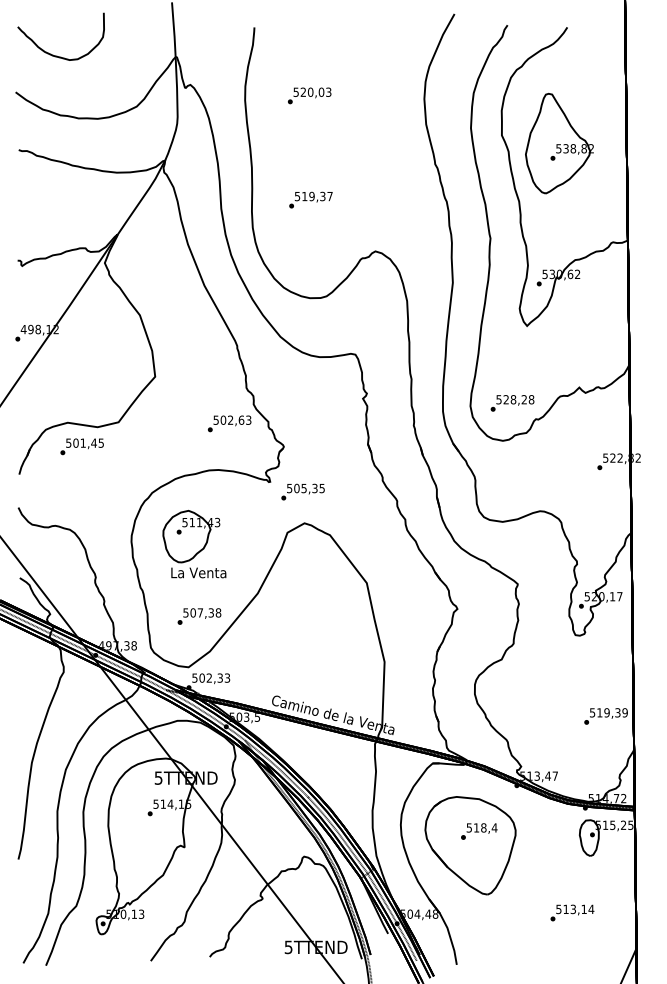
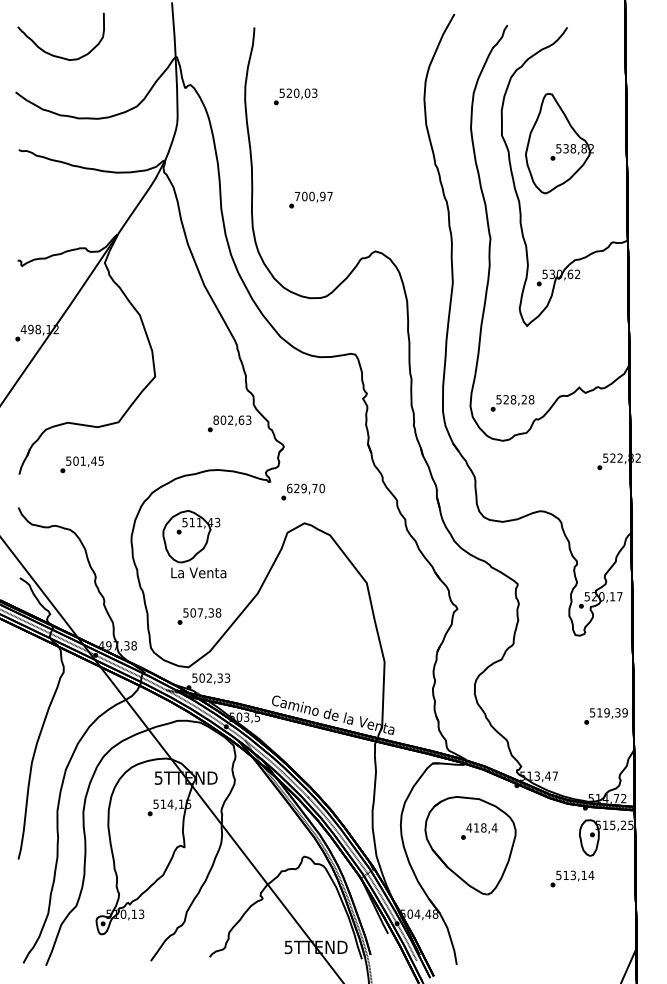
text at (309, 95) position: (309, 95) -> (295, 96)
text at (309, 196): 519,37 -> 700,97
text at (215, 419): 502,63 -> 802,63
text at (81, 446) position: (81, 446) -> (81, 464)
text at (305, 488): 505,35 -> 629,70
text at (469, 827): 518,4 -> 418,4
text at (572, 912) position: (572, 912) -> (572, 878)
